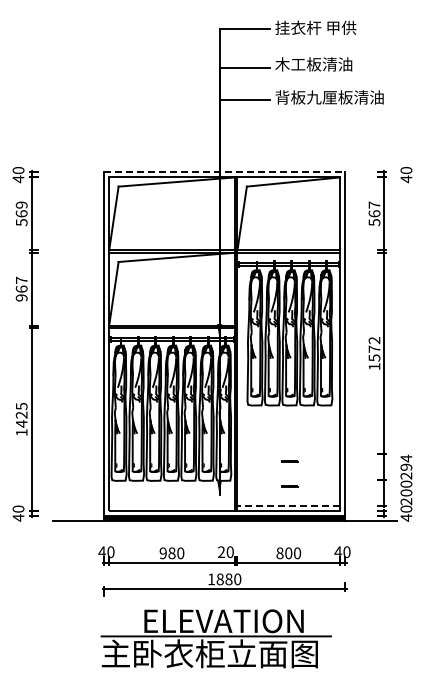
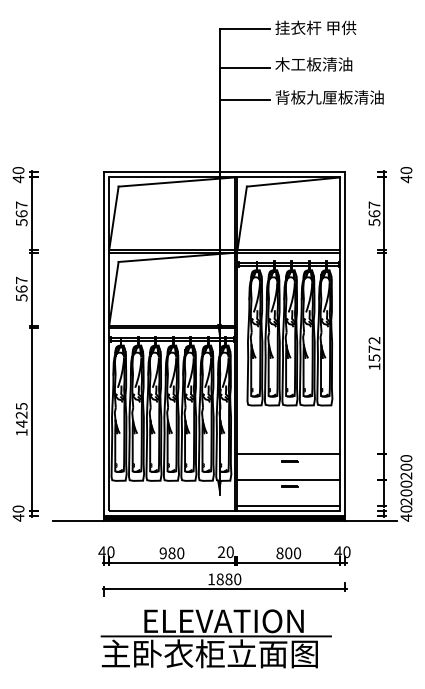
line at (224, 172): dashed -> solid
text at (21, 204): 569 -> 567
text at (21, 297): 967 -> 567
line at (288, 454): none -> present
text at (406, 462): 294 -> 200
line at (288, 480): none -> present
line at (288, 505): dashed -> solid
